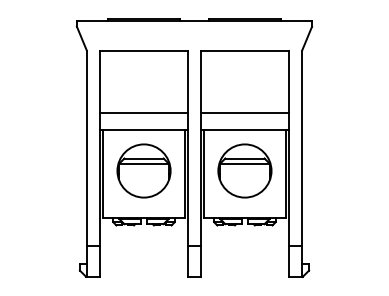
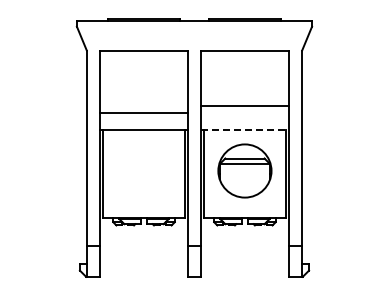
line at (244, 113) position: (244, 113) -> (244, 106)
line at (244, 130): solid -> dashed
part at (143, 170): present -> none
